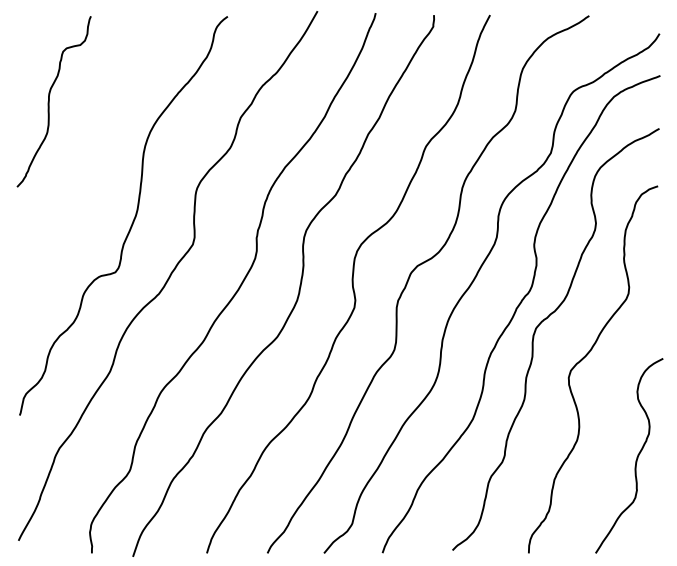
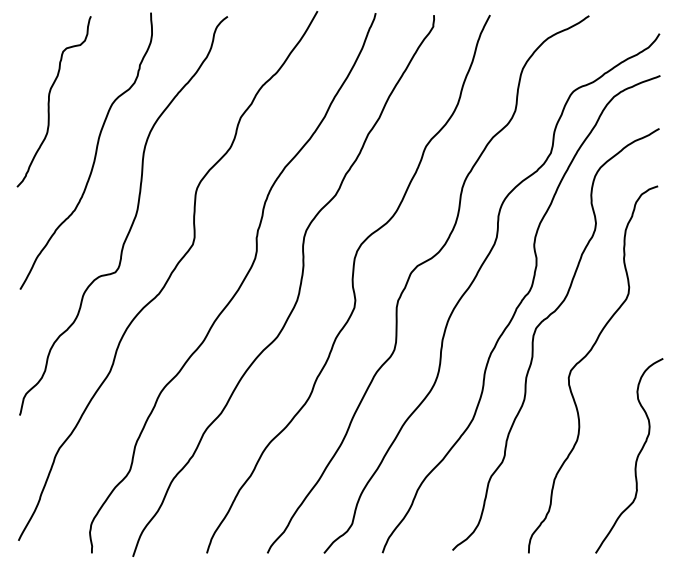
curve at (94, 154): none -> present
